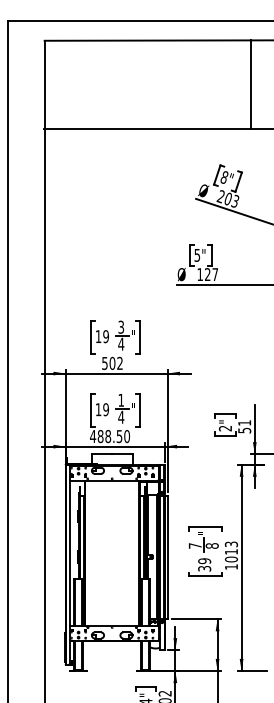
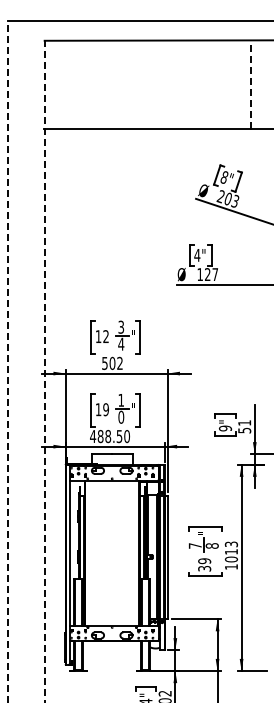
line at (251, 84): solid -> dashed
text at (197, 255): 5" -> 4"
text at (105, 336): 19 -> 12
line at (8, 361): solid -> dashed
line at (44, 371): solid -> dashed
text at (121, 416): 4 -> 0
text at (225, 428): 2" -> 9"
